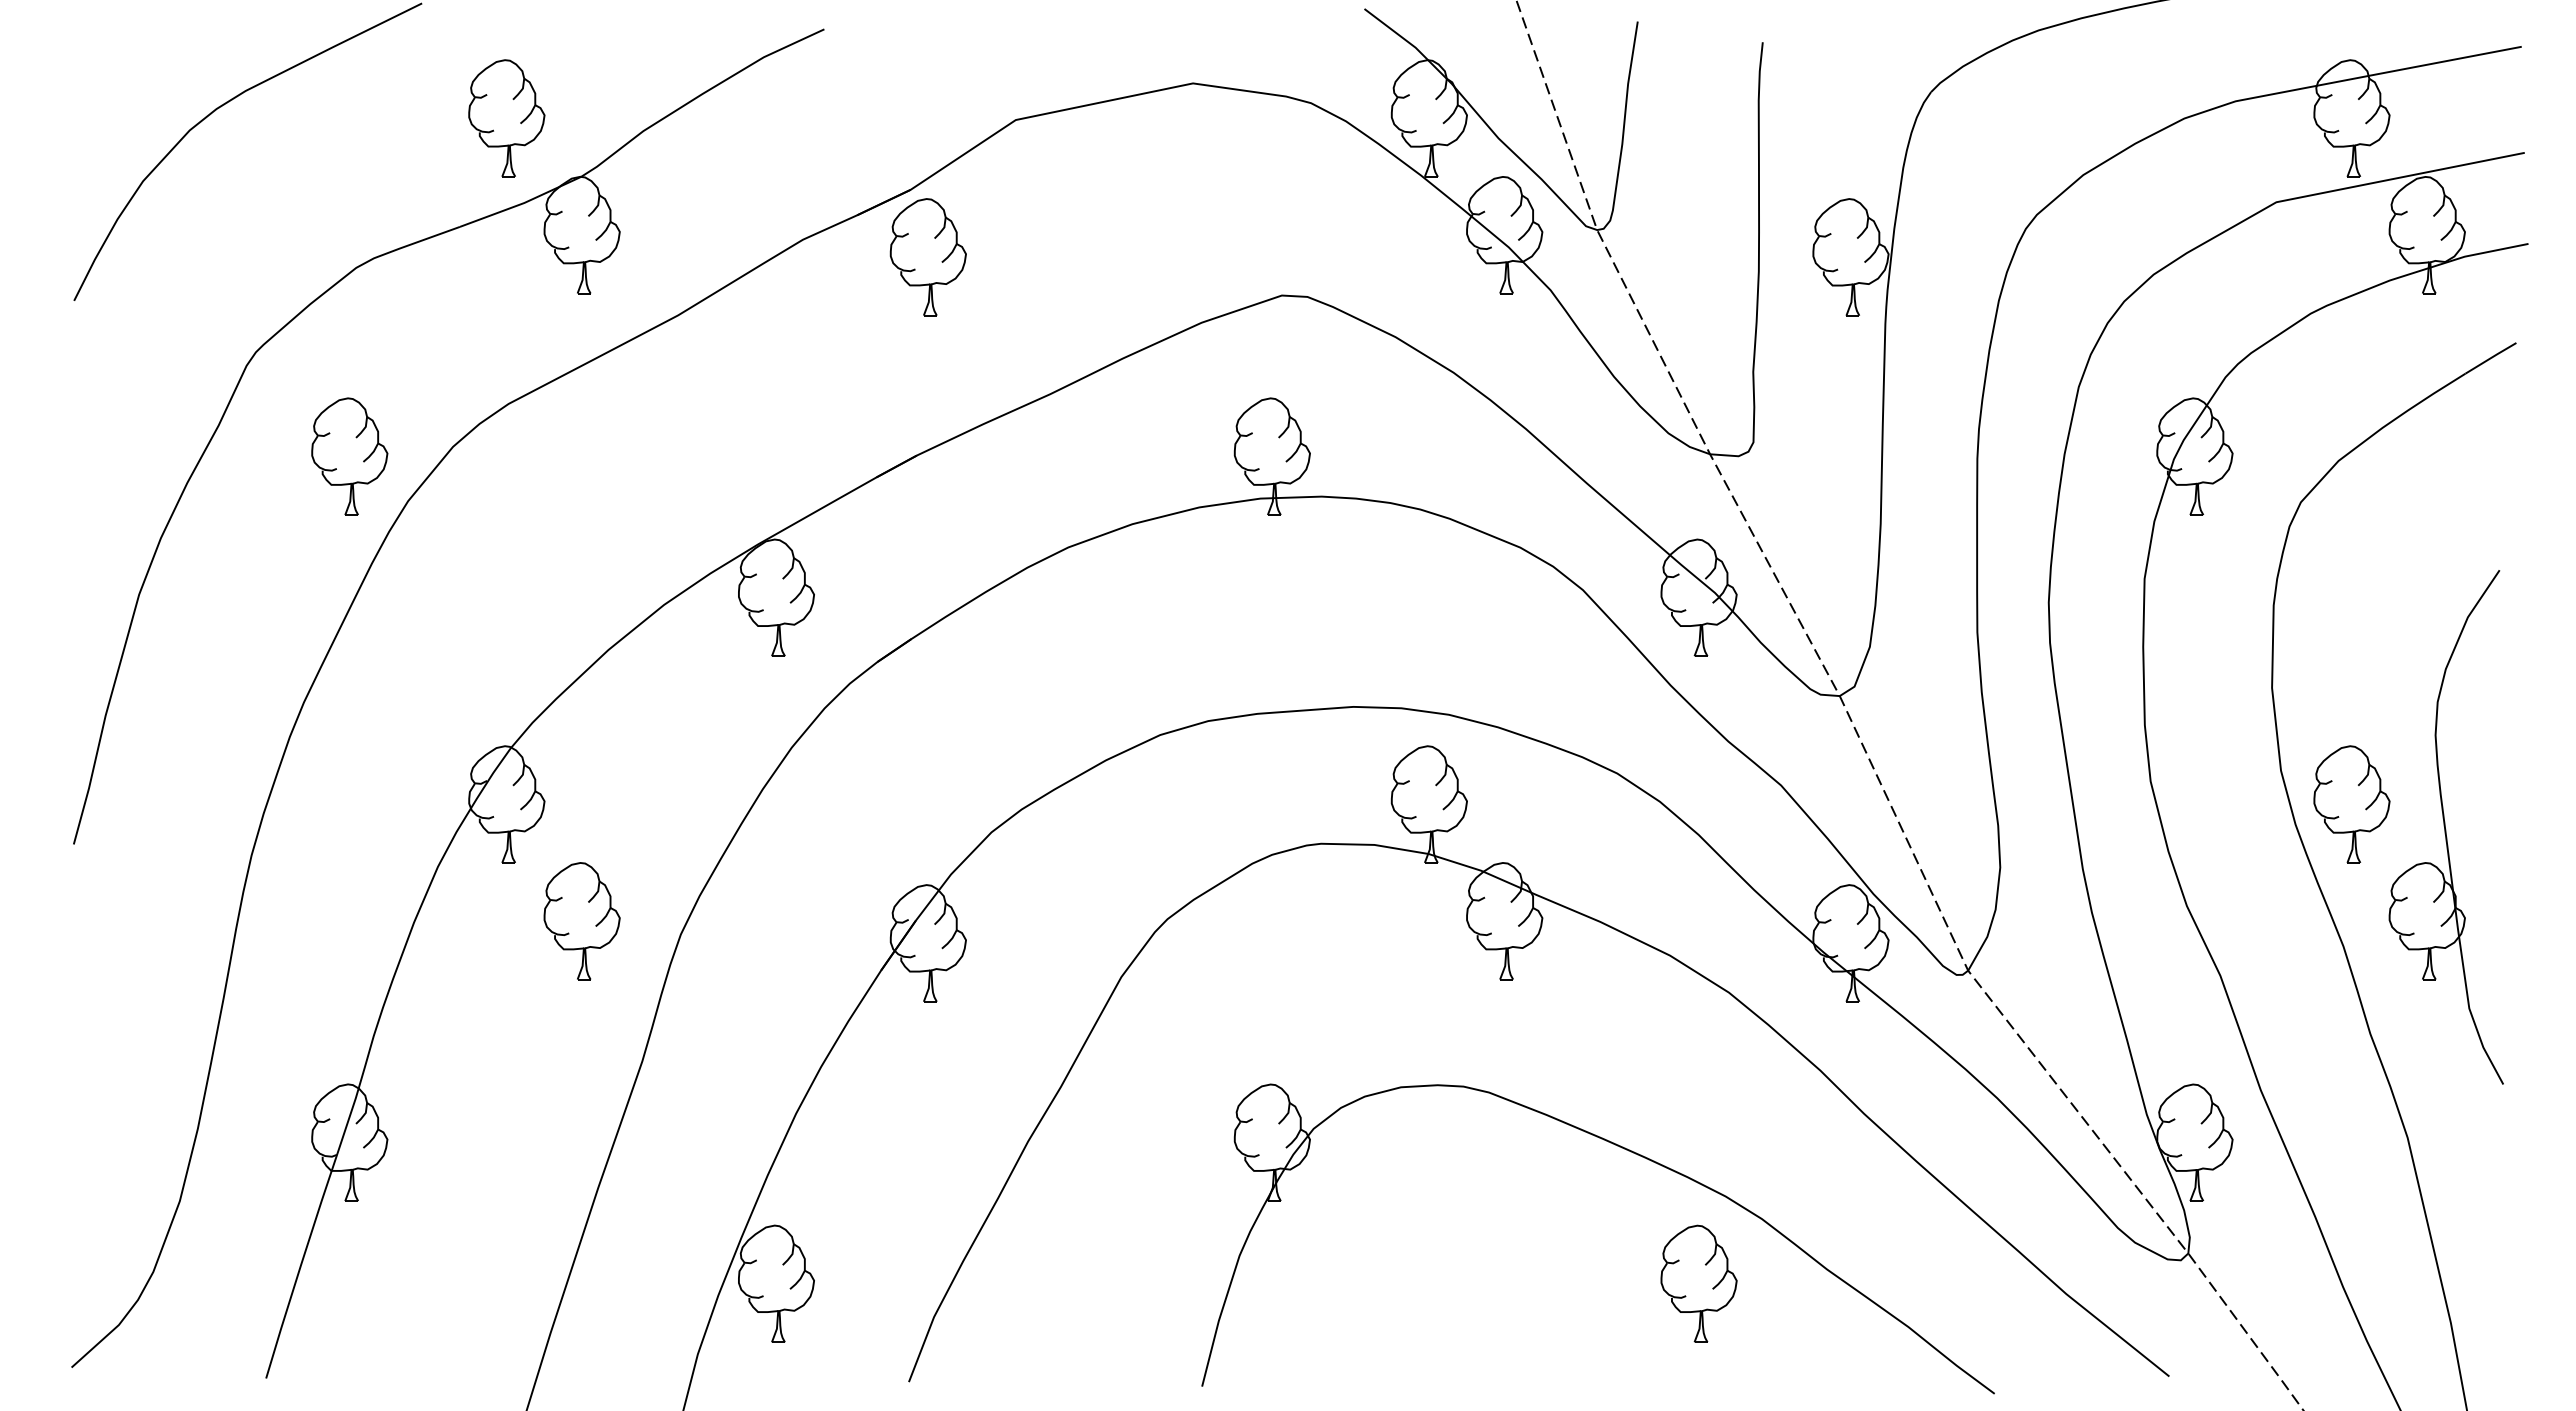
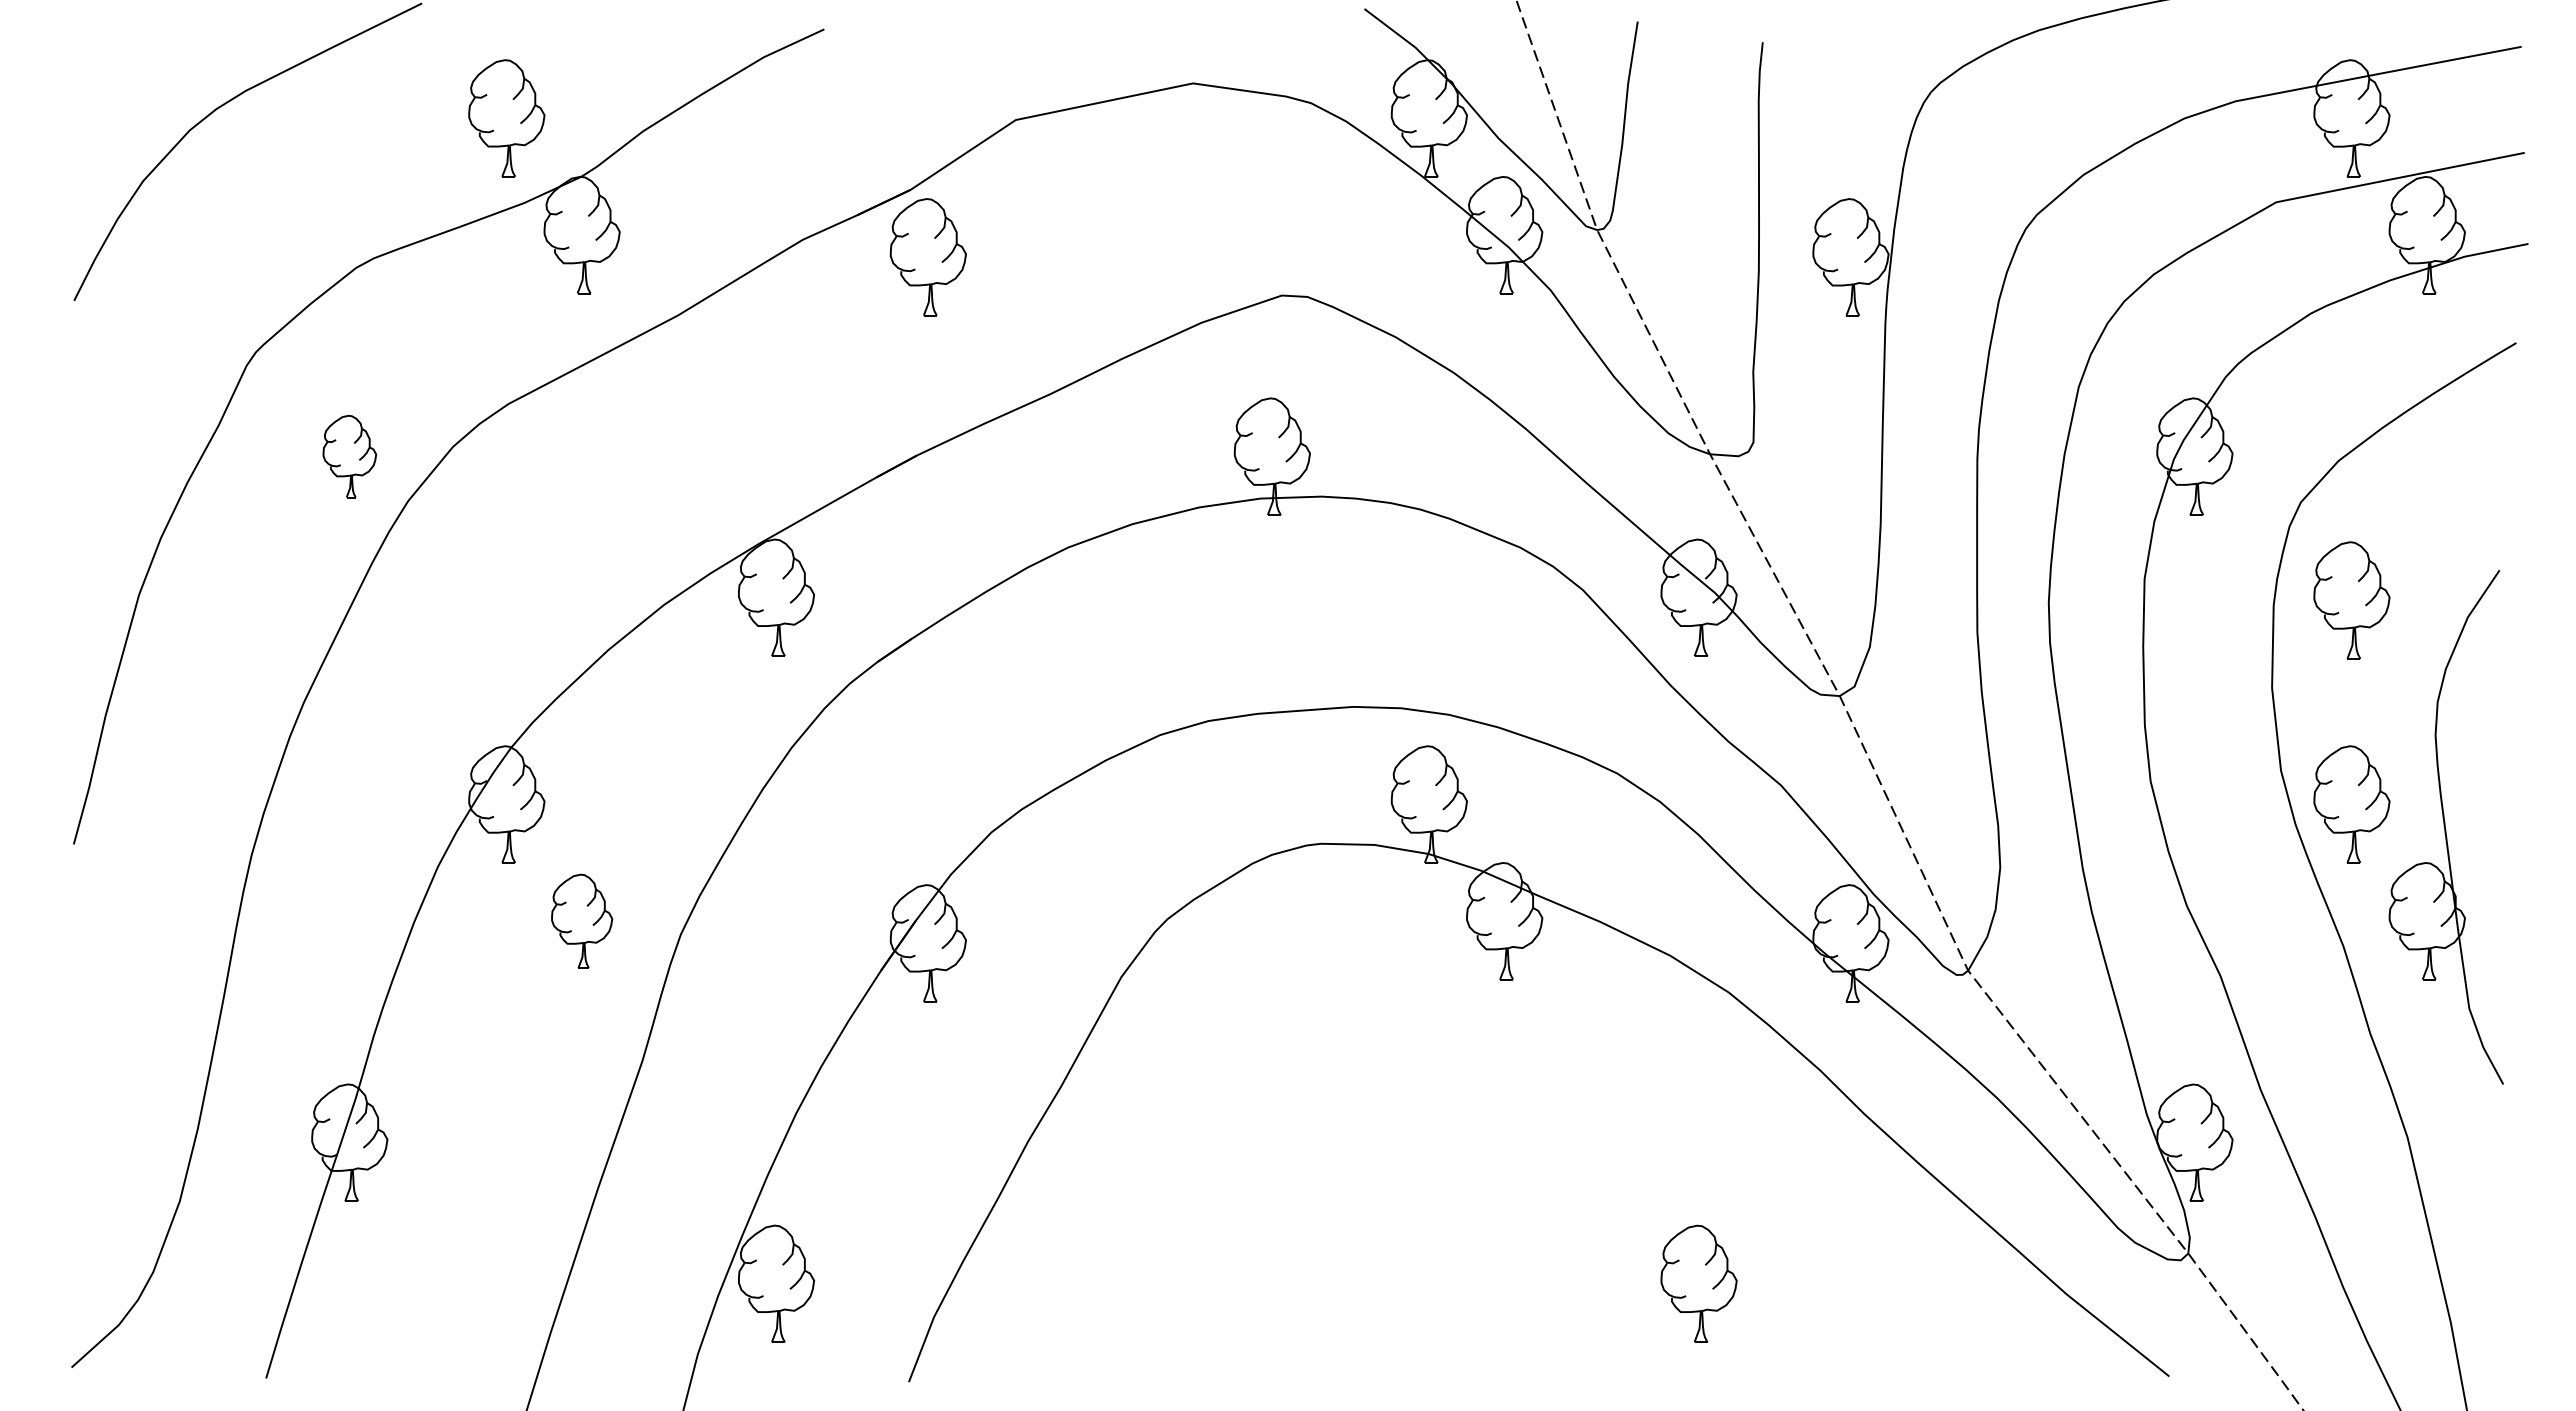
part at (349, 456) size: 78x119 px -> 56x85 px
part at (2351, 600): none -> present
part at (581, 921) size: 78x119 px -> 63x96 px
part at (1637, 1155): present -> none
